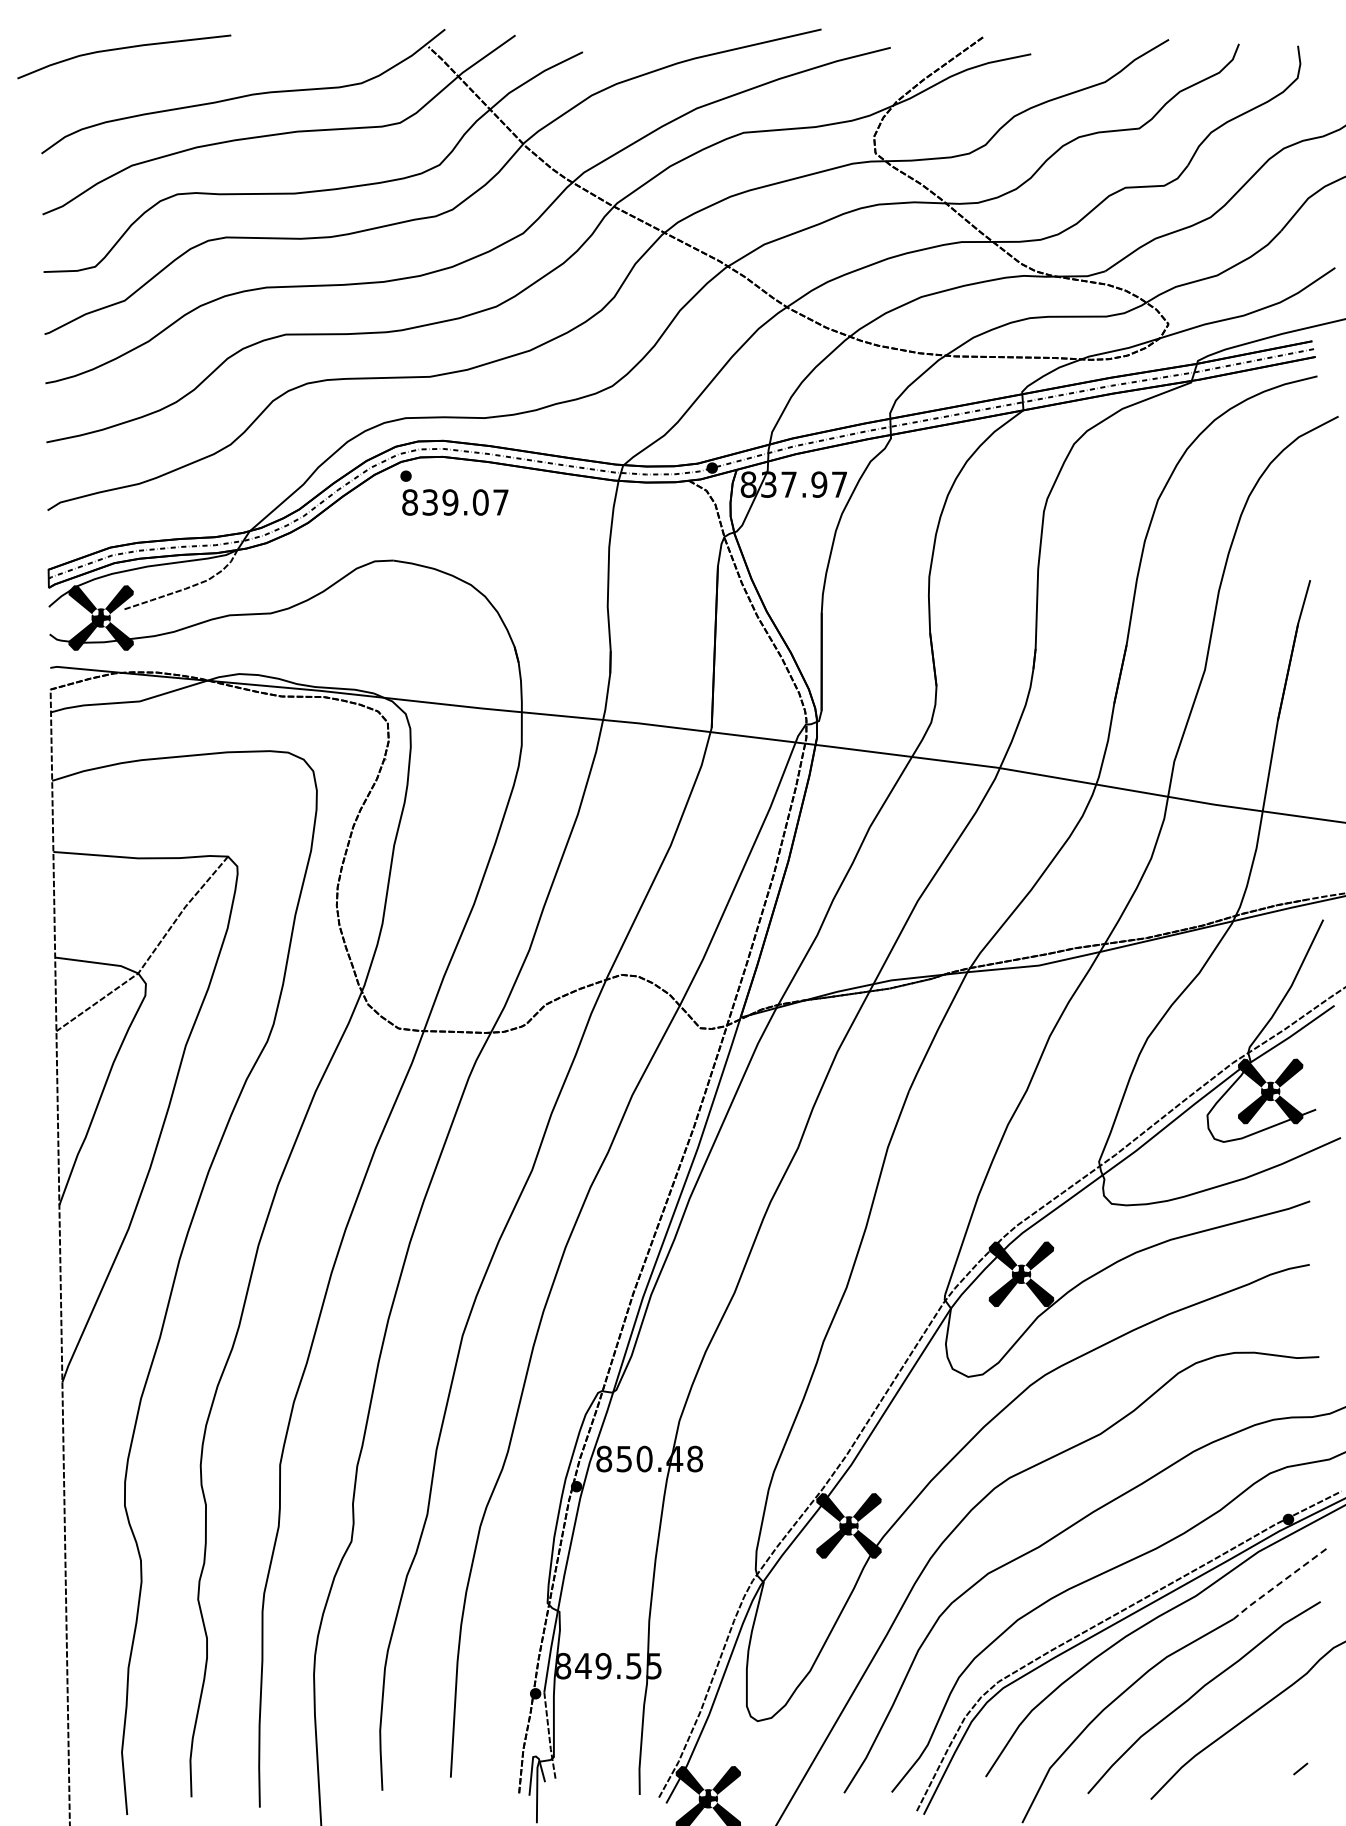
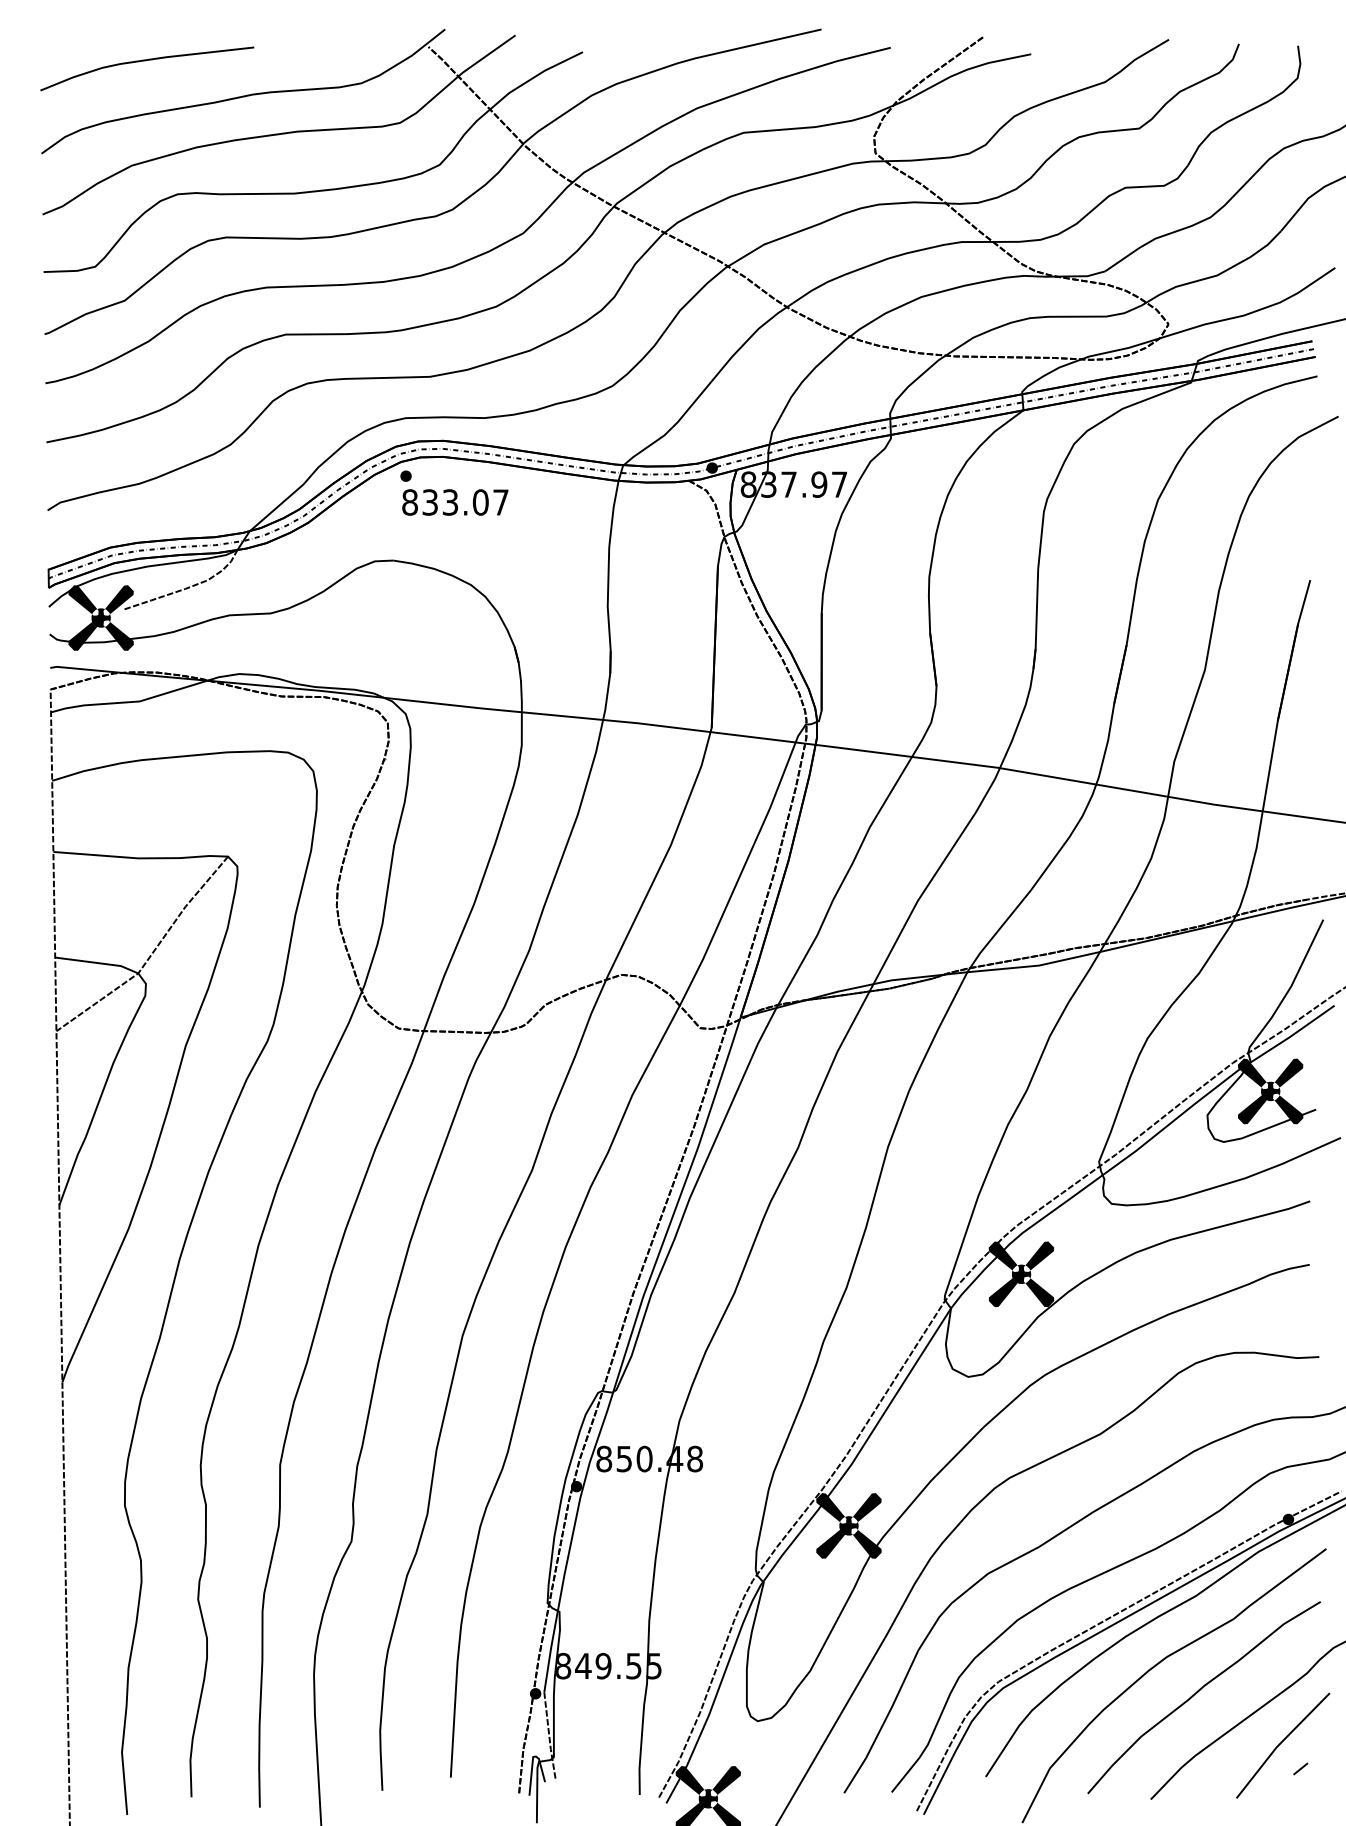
curve at (122, 49) position: (122, 49) -> (145, 61)
text at (450, 502): 839.07 -> 833.07
line at (1279, 1584): dashed -> solid
line at (1281, 1743): none -> present
